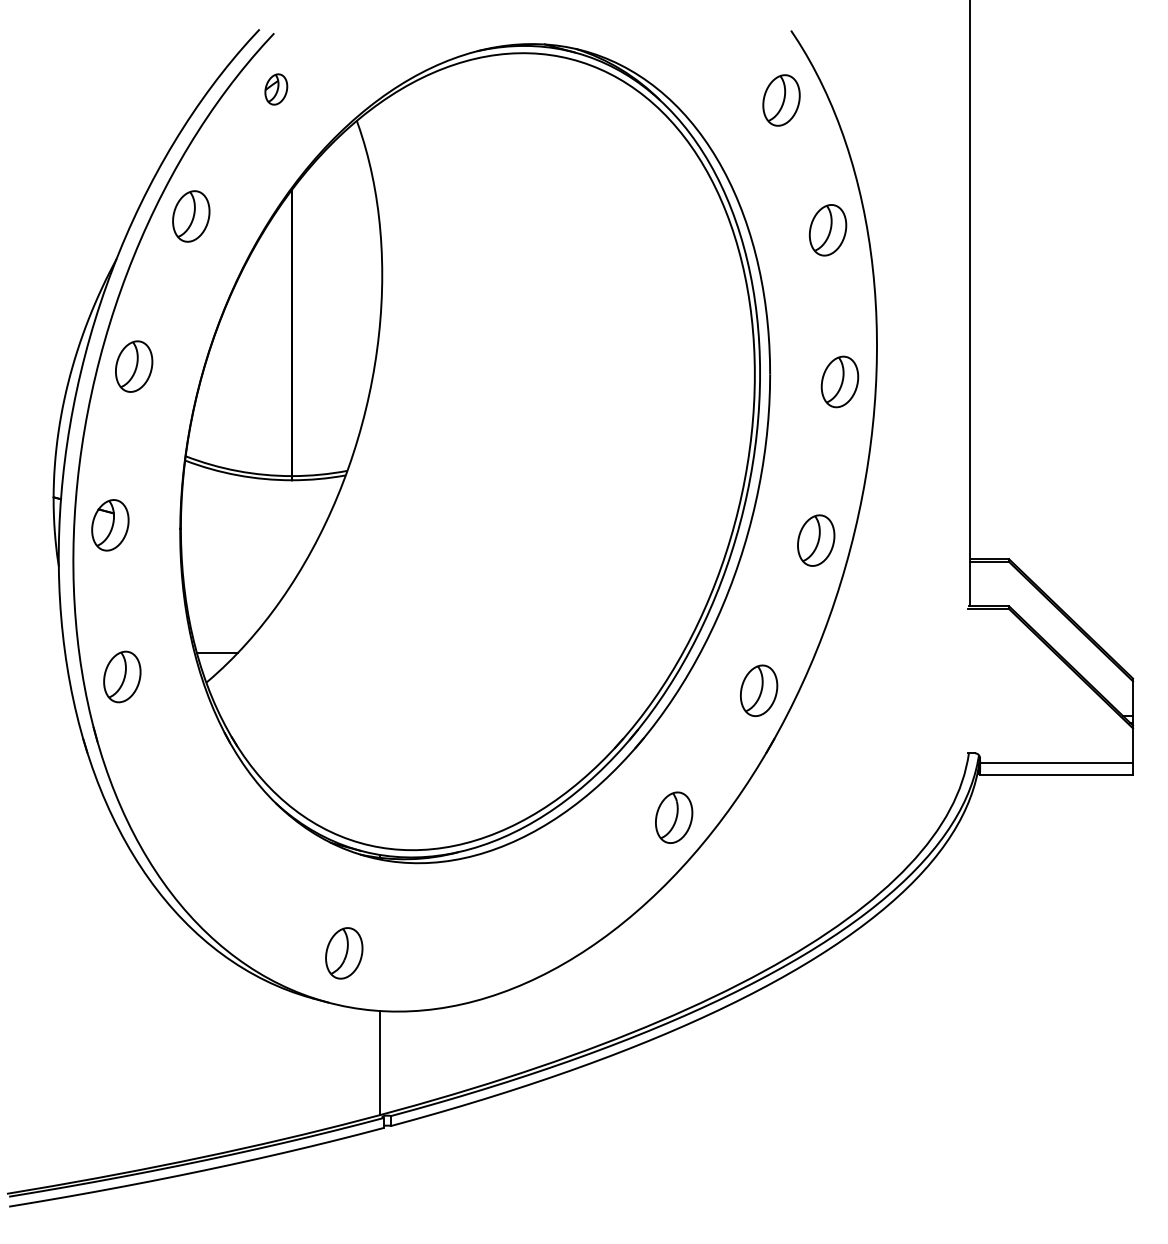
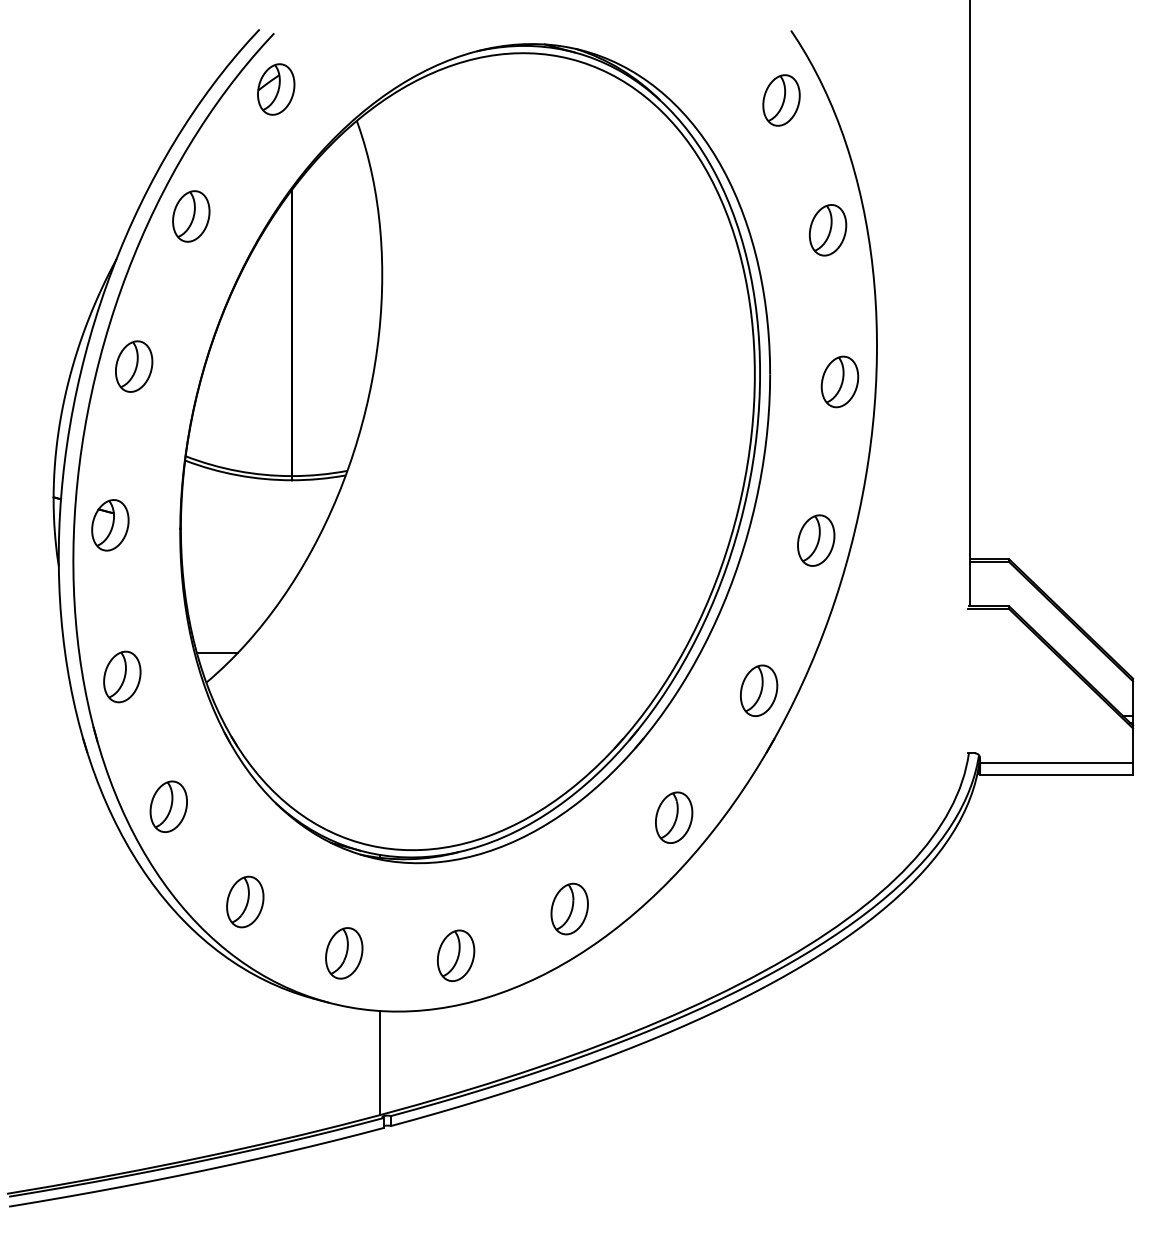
part at (276, 89) size: 25x33 px -> 39x53 px
part at (168, 806): none -> present
part at (245, 901): none -> present
part at (569, 908): none -> present
part at (455, 955): none -> present
